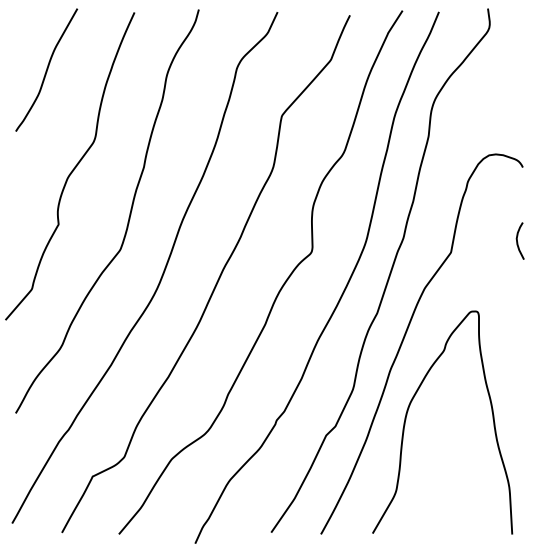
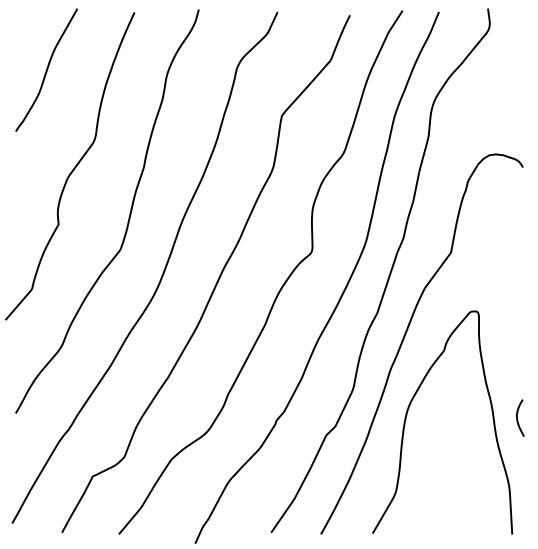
curve at (517, 240) position: (517, 240) -> (517, 417)
